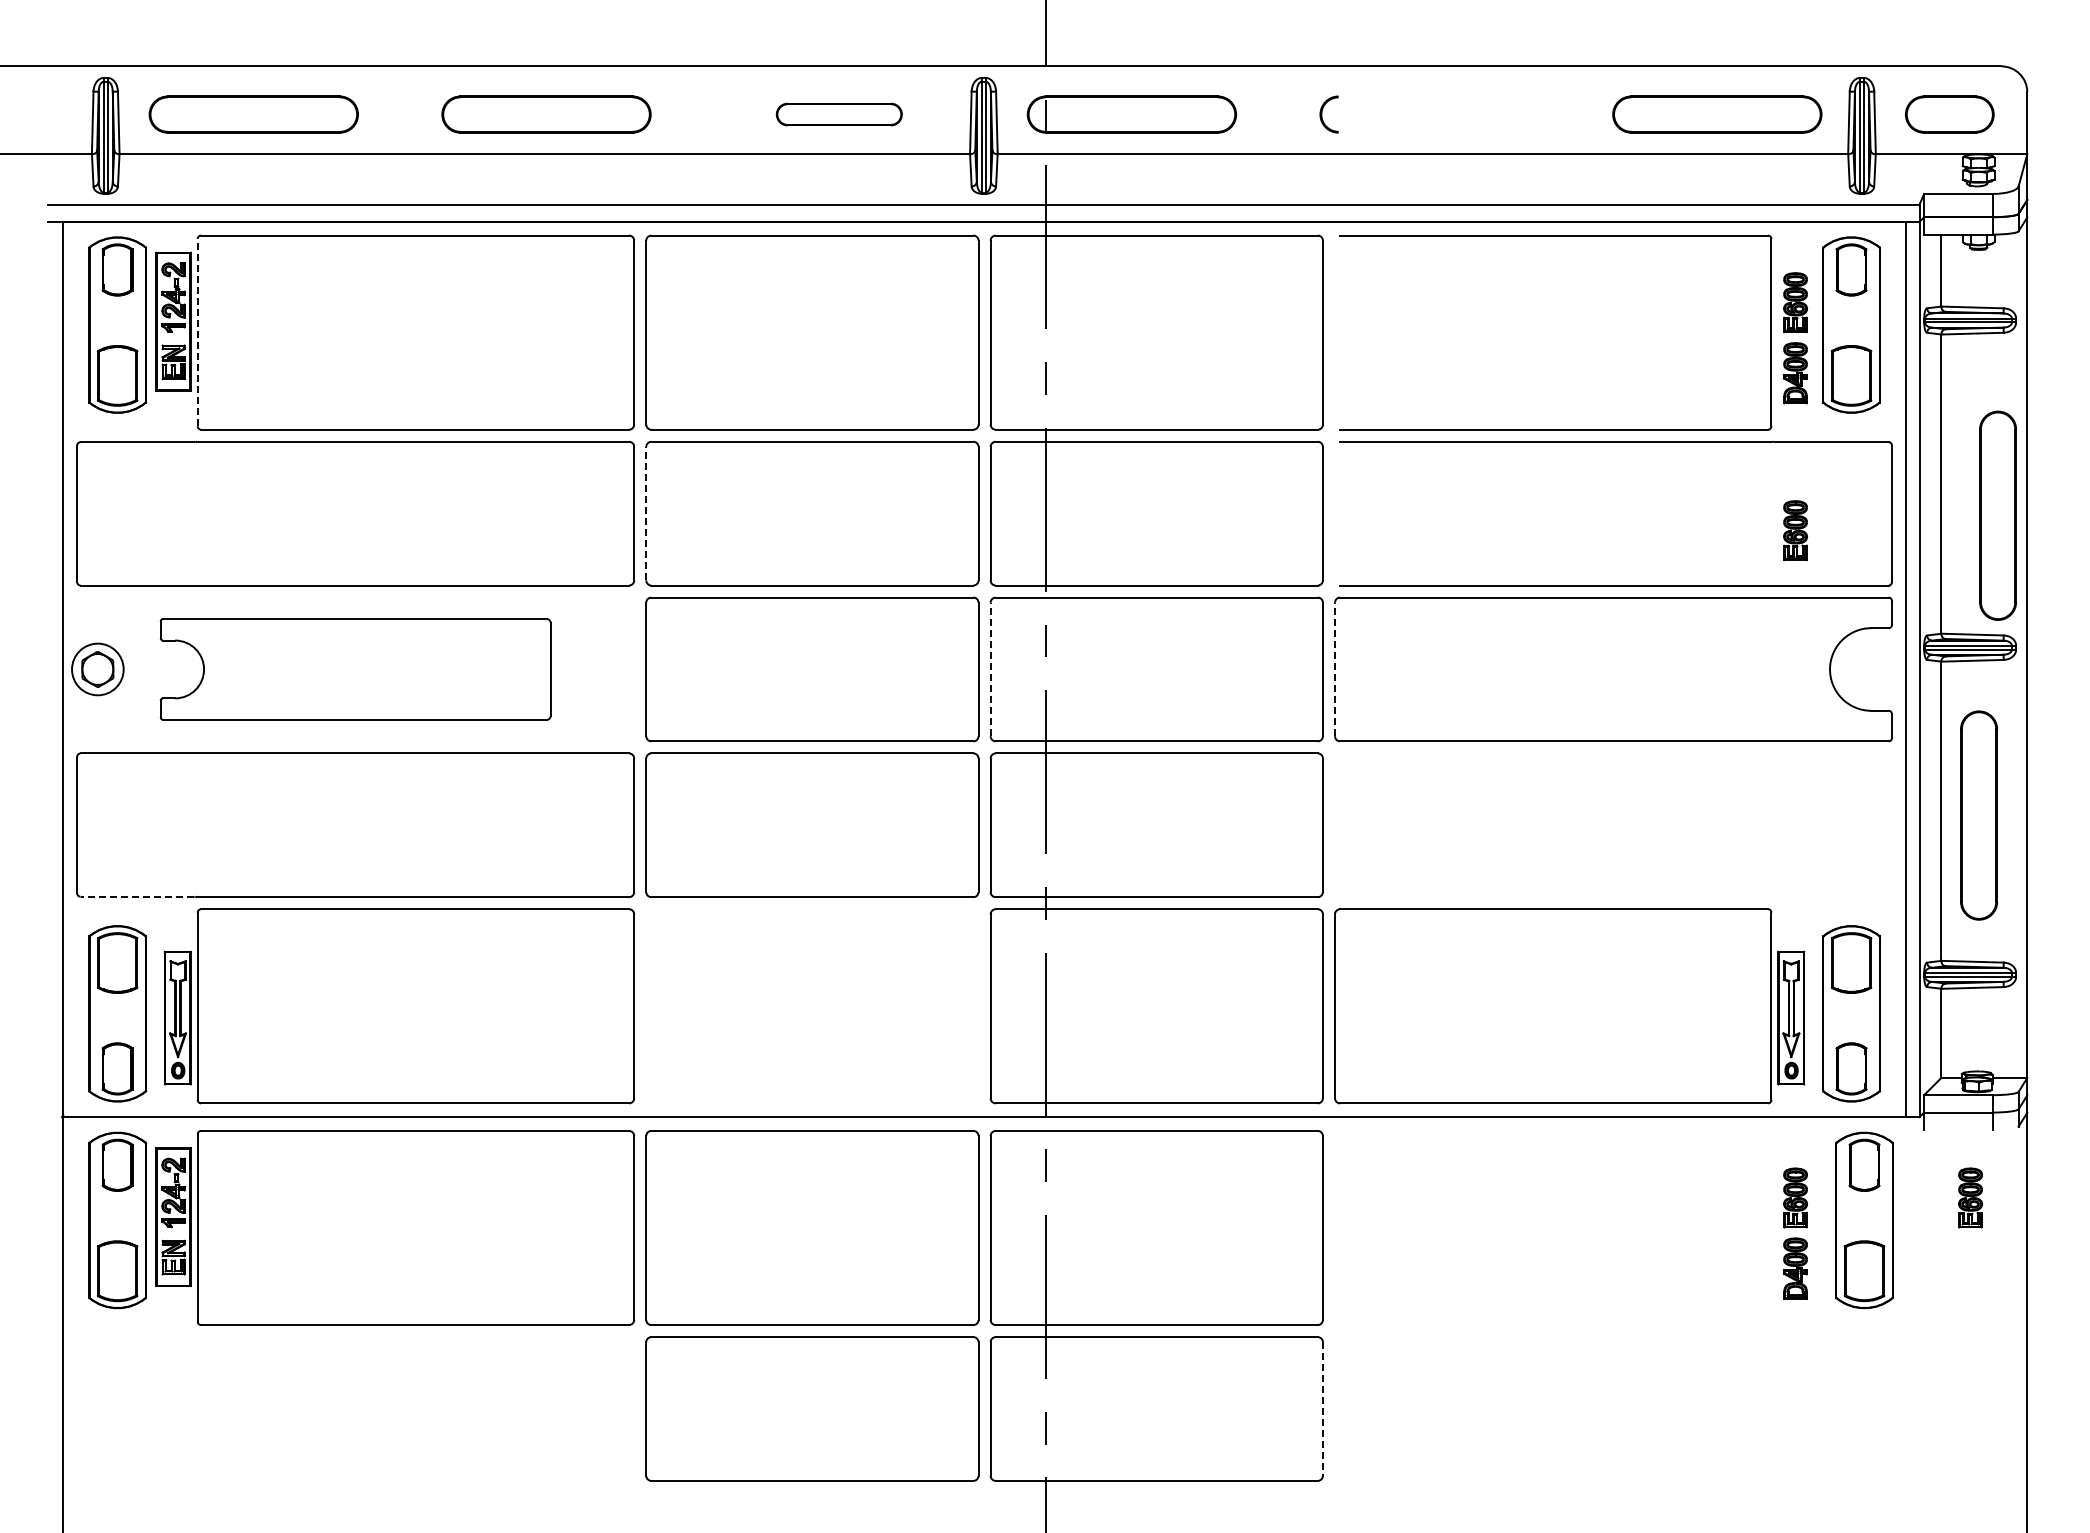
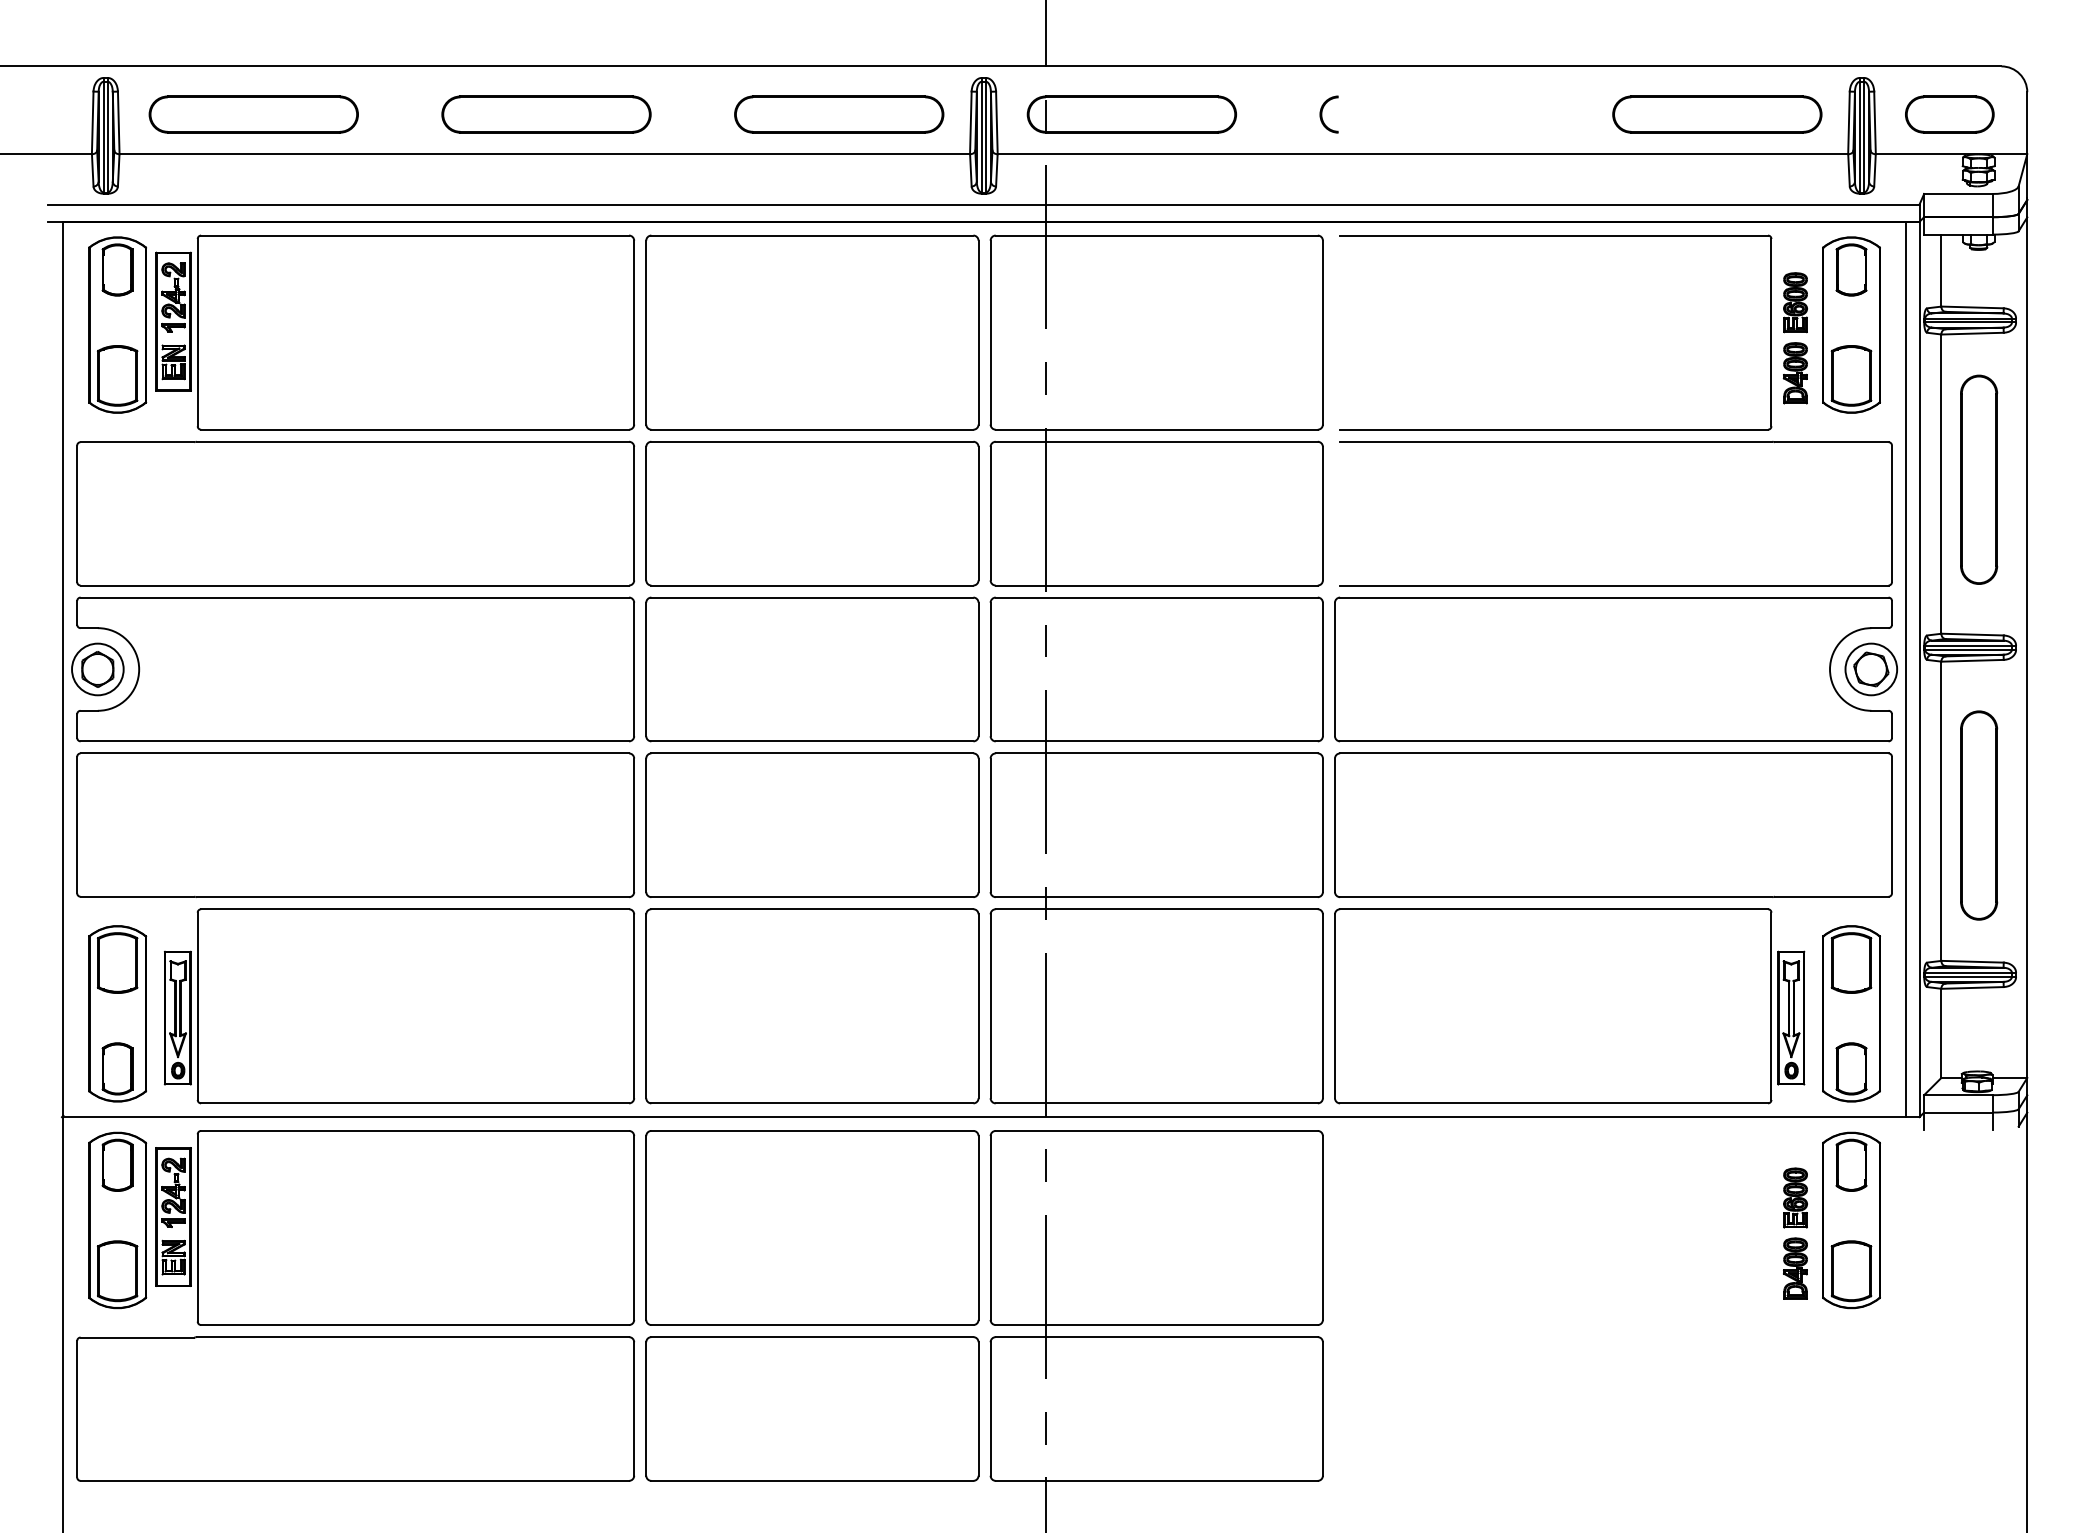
part at (838, 114) size: 128x25 px -> 211x39 px
line at (197, 332): dashed -> solid
line at (646, 513): dashed -> solid
part at (1998, 515) position: (1998, 515) -> (1979, 479)
part at (1795, 530): present -> none
part at (355, 669) size: 393x103 px -> 559x147 px
line at (990, 669): dashed -> solid
line at (1334, 669): dashed -> solid
part at (1870, 669): none -> present
part at (1613, 824): none -> present
line at (137, 896): dashed -> solid
part at (812, 1006): none -> present
part at (1970, 1197): present -> none
part at (1864, 1220) position: (1864, 1220) -> (1851, 1220)
part at (355, 1408): none -> present
line at (1322, 1409): dashed -> solid
